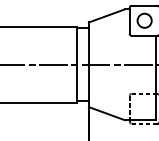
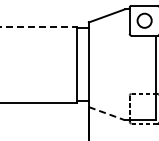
line at (39, 27): solid -> dashed
line at (78, 64): present -> none
line at (107, 113): solid -> dashed
